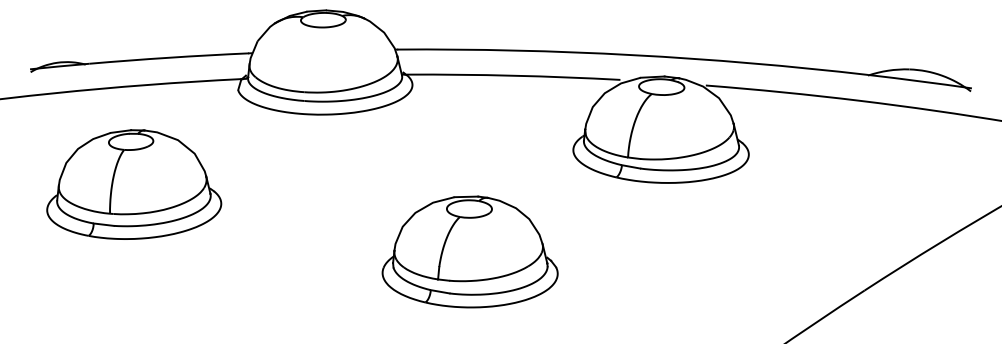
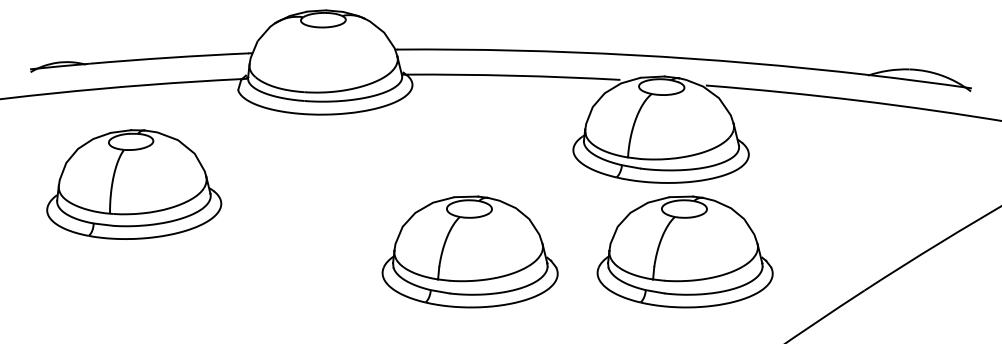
part at (684, 251): none -> present
